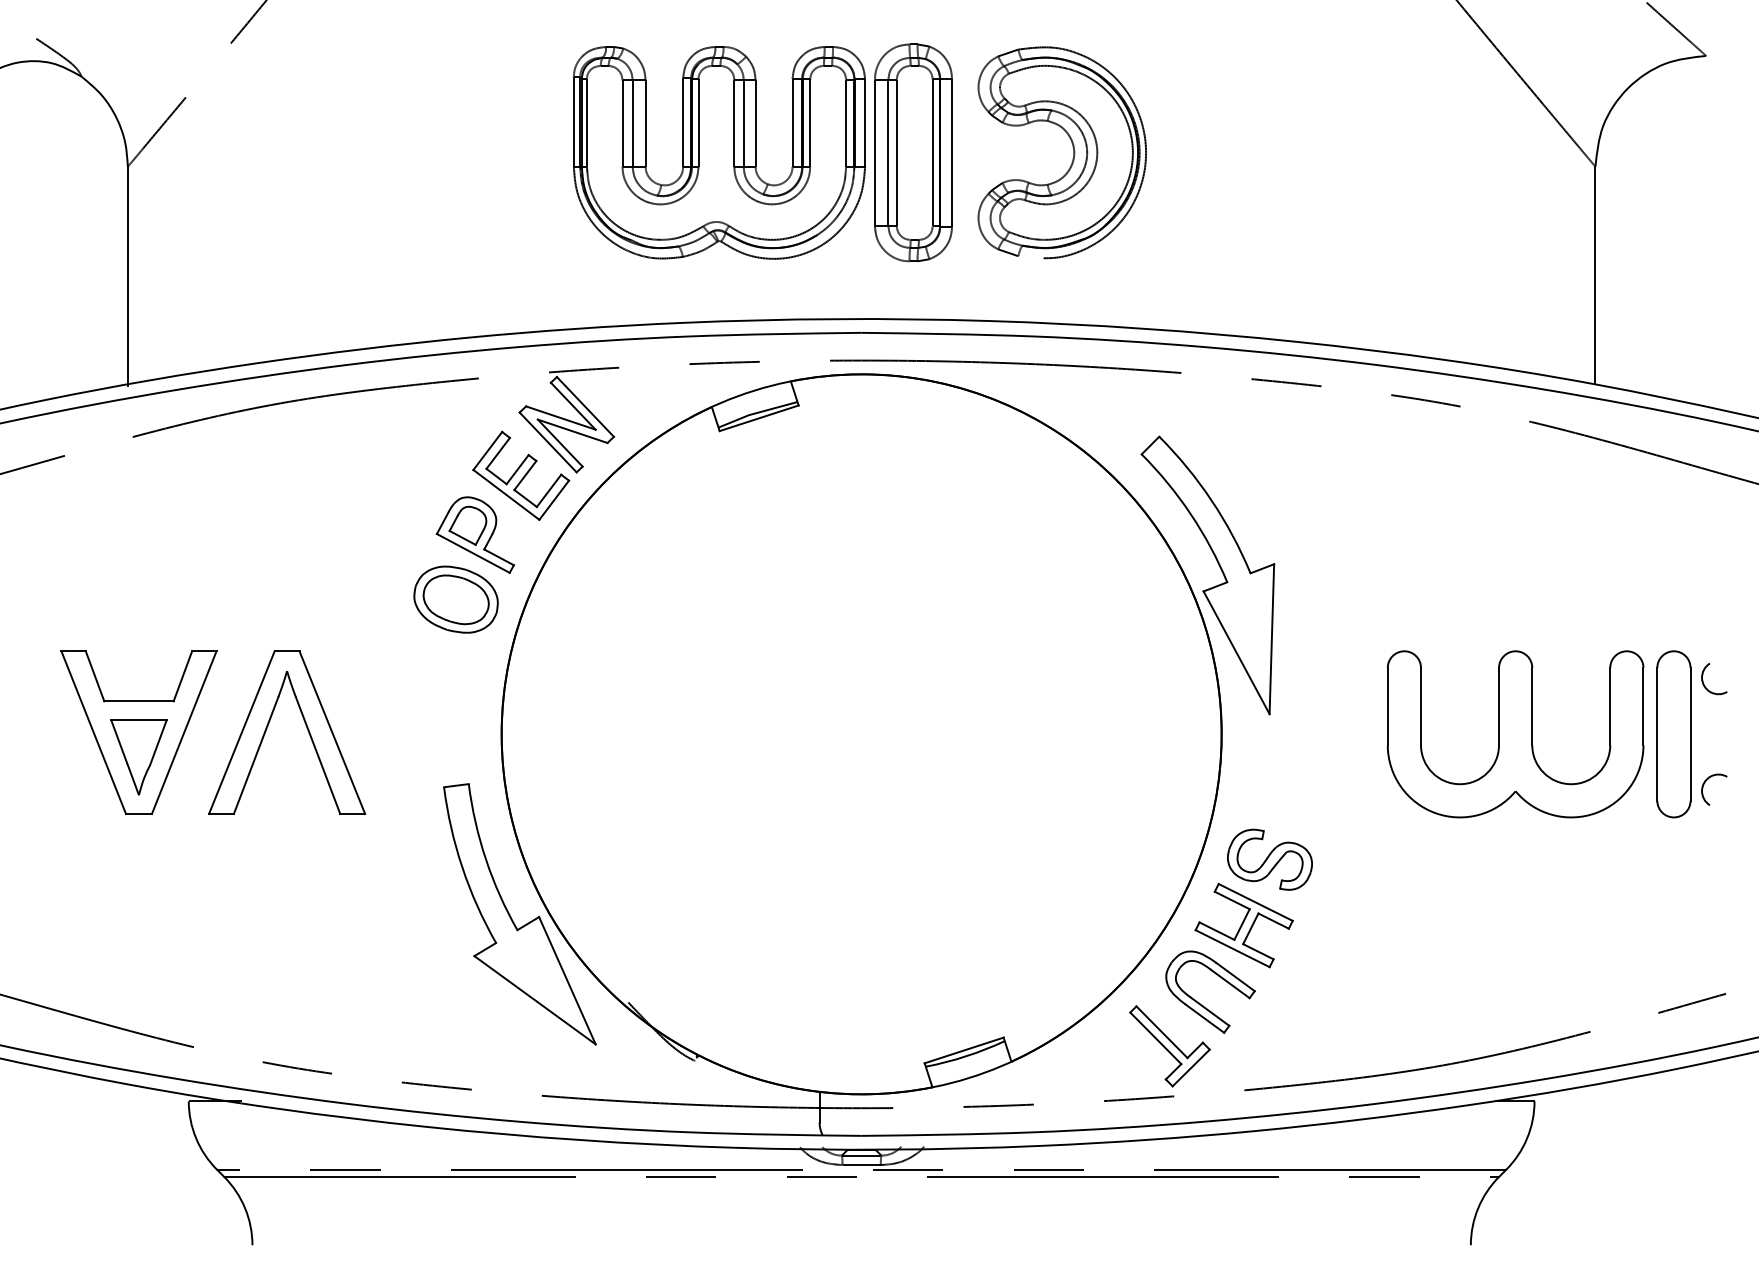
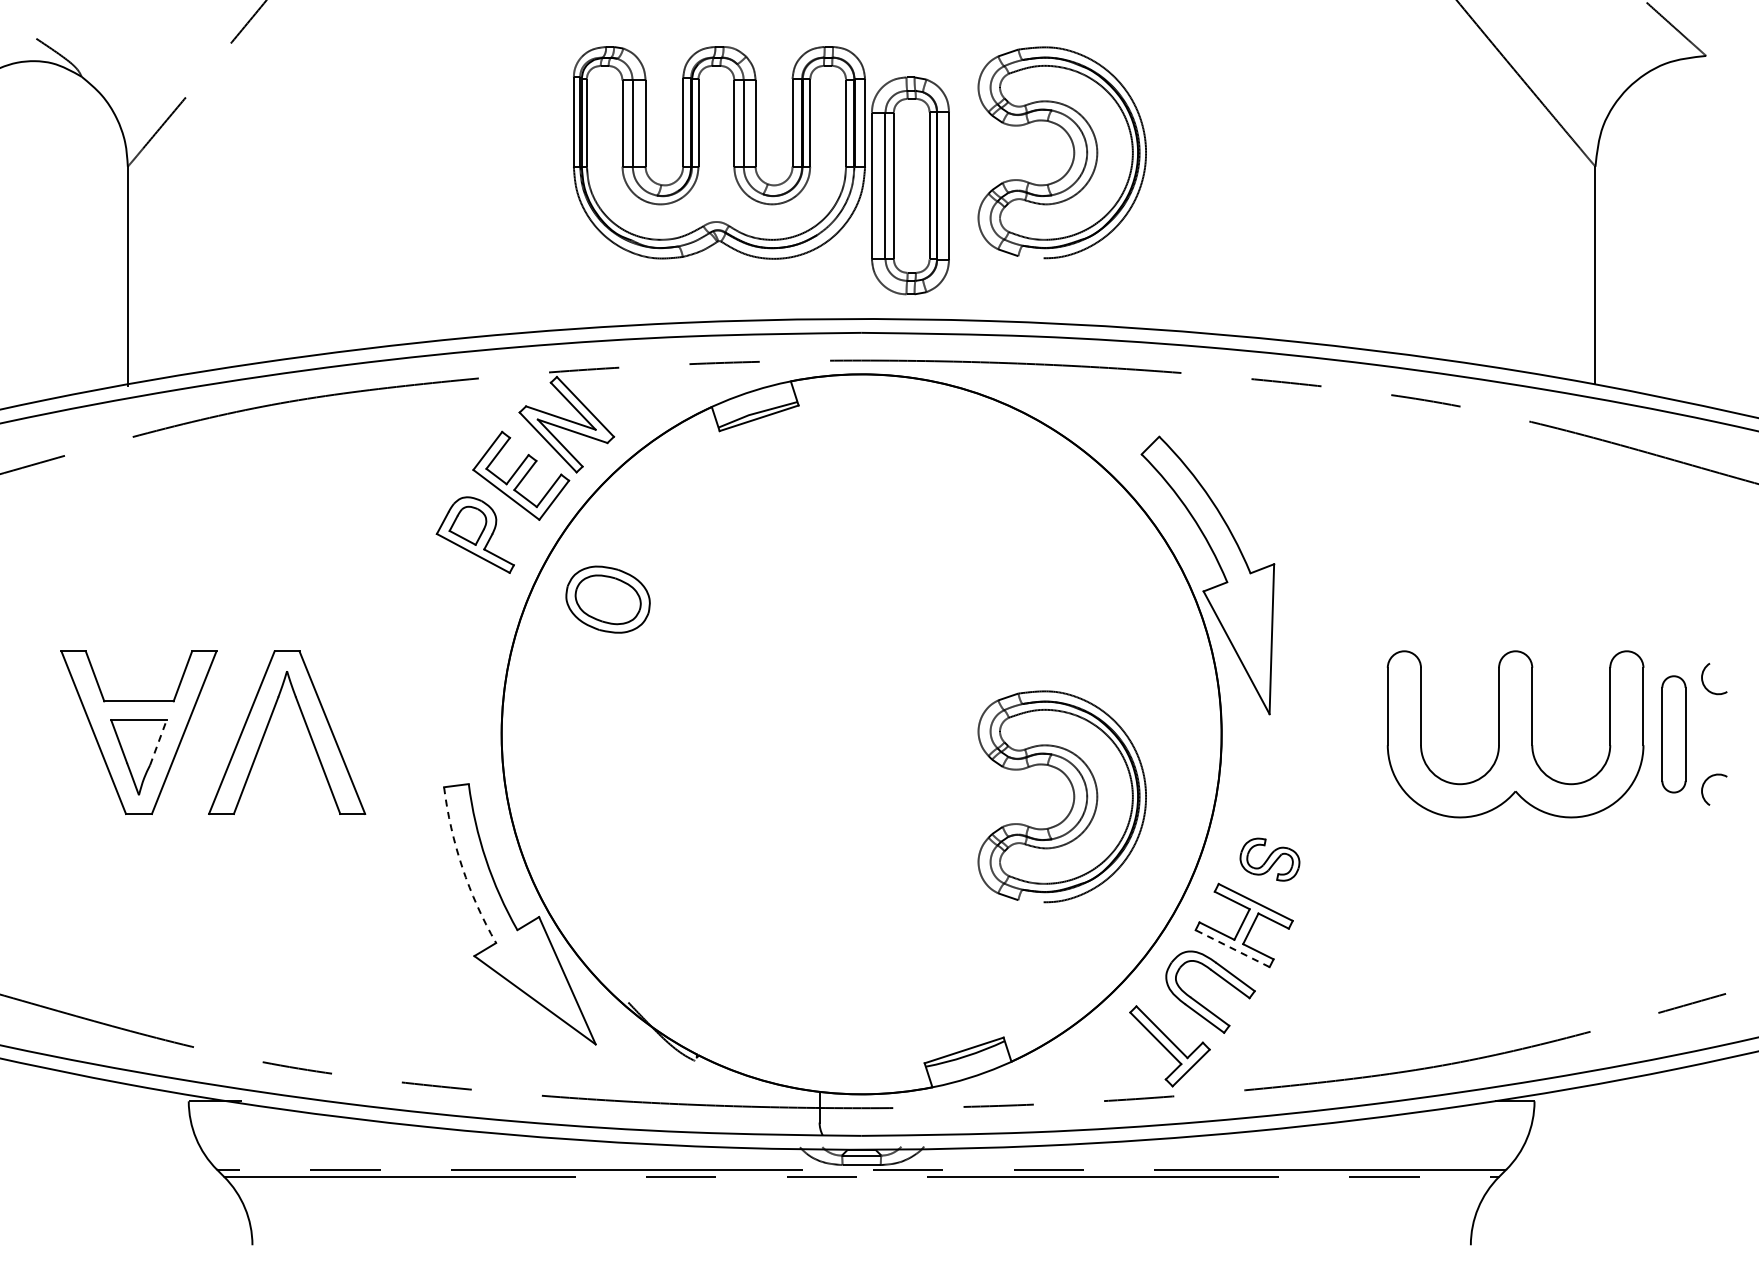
part at (913, 152) position: (913, 152) -> (910, 185)
part at (455, 599) position: (455, 599) -> (607, 599)
part at (1673, 734) size: 36x169 px -> 26x119 px
line at (158, 742): solid -> dashed
part at (1073, 796): none -> present
part at (1269, 859) size: 86x63 px -> 62x45 px
arc at (462, 867): solid -> dashed
line at (1232, 948): solid -> dashed
